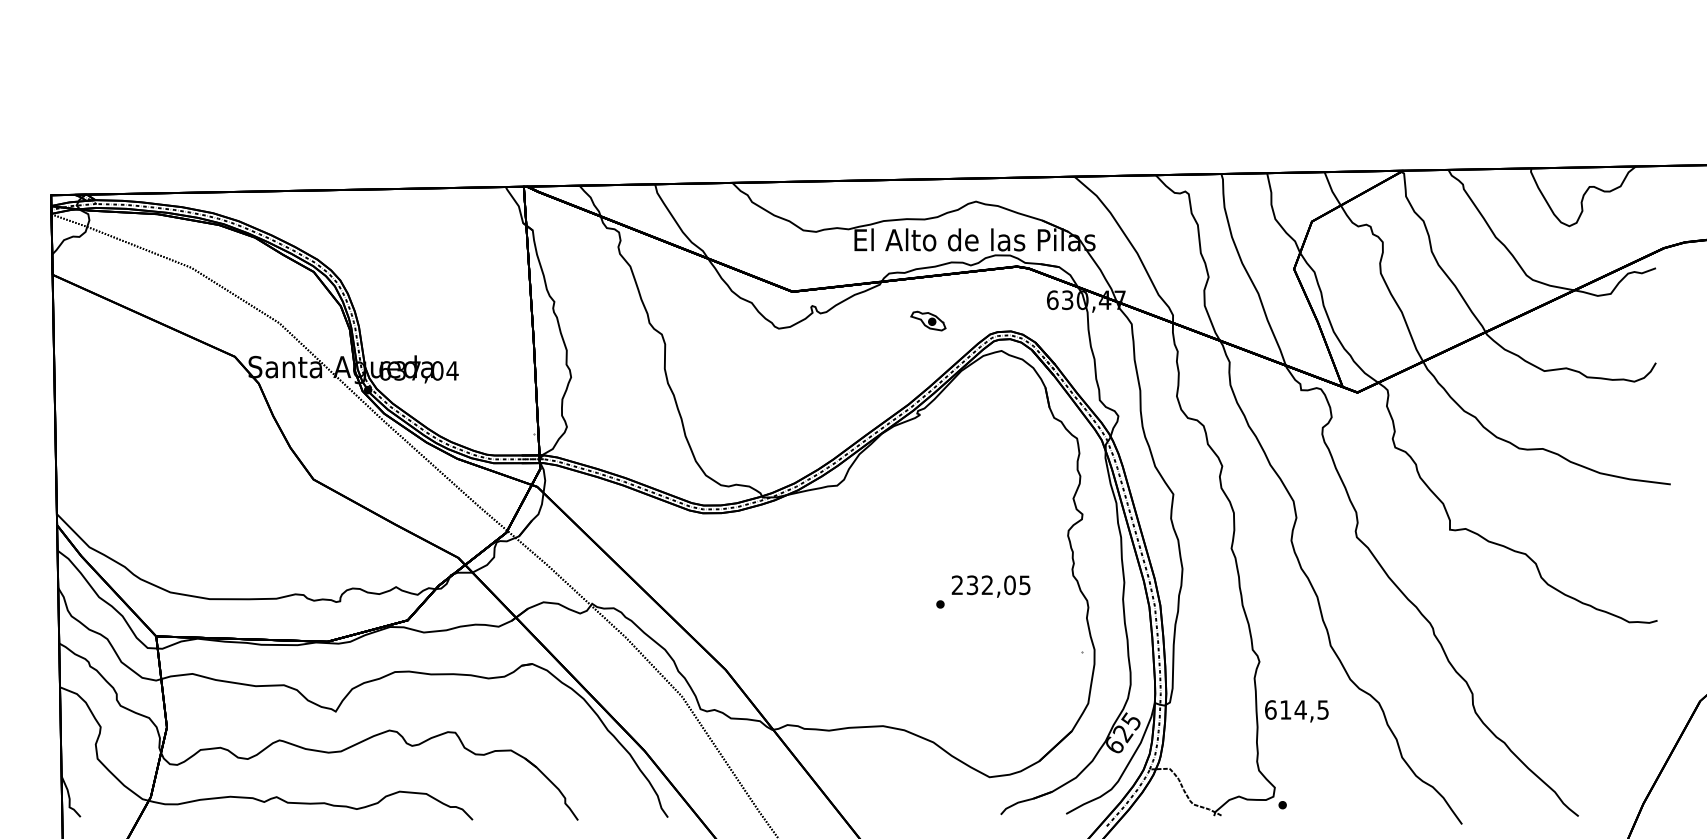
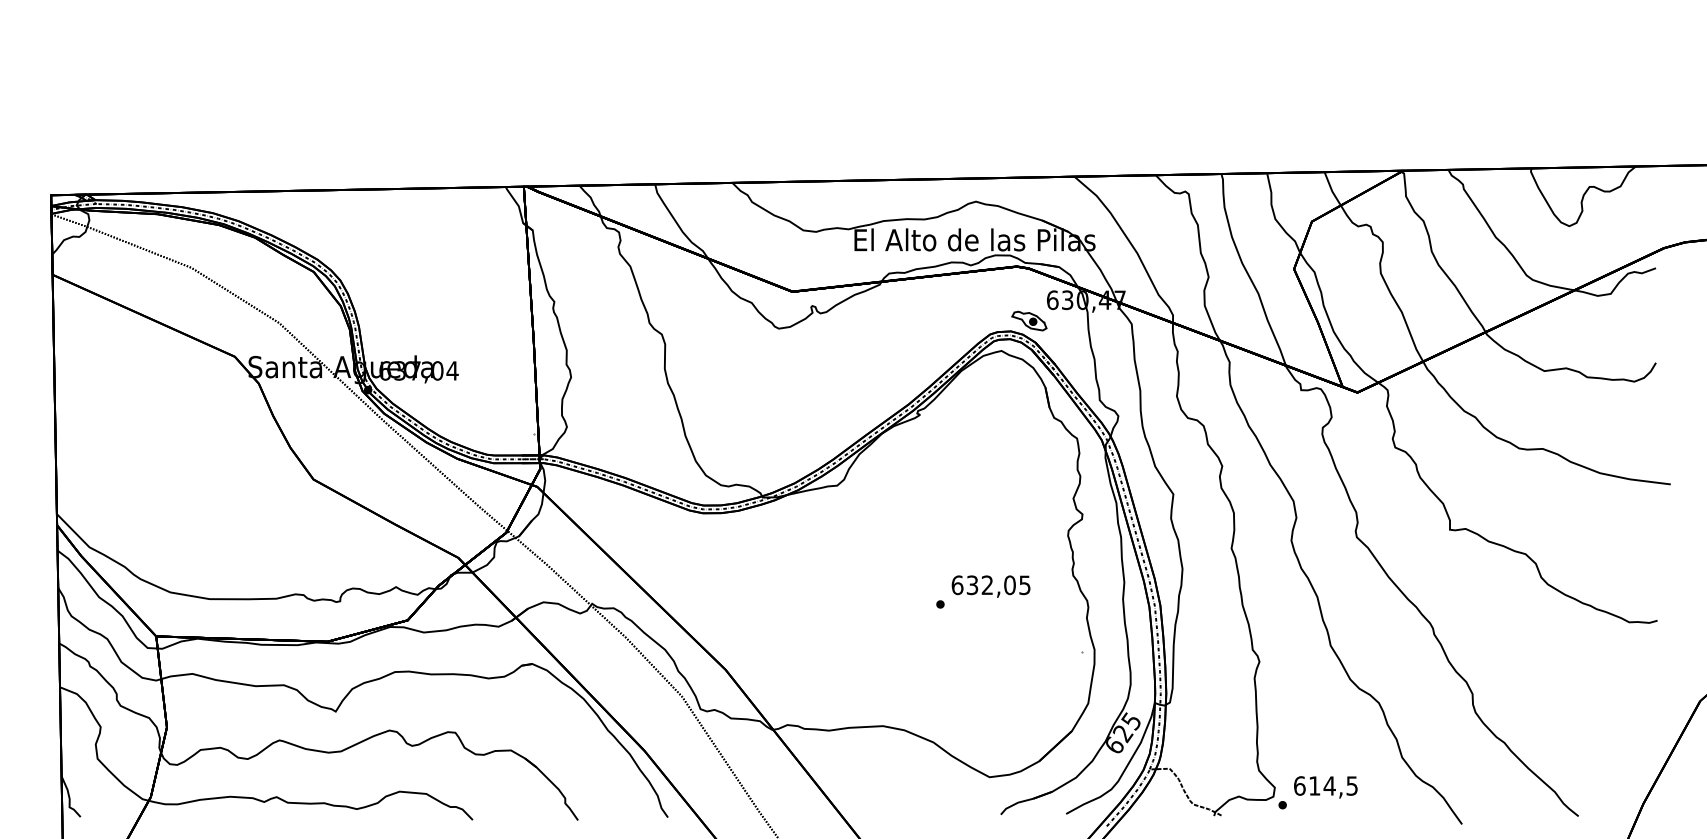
part at (928, 320) position: (928, 320) -> (1029, 320)
text at (957, 585): 232,05 -> 632,05
text at (1296, 711) position: (1296, 711) -> (1325, 787)
